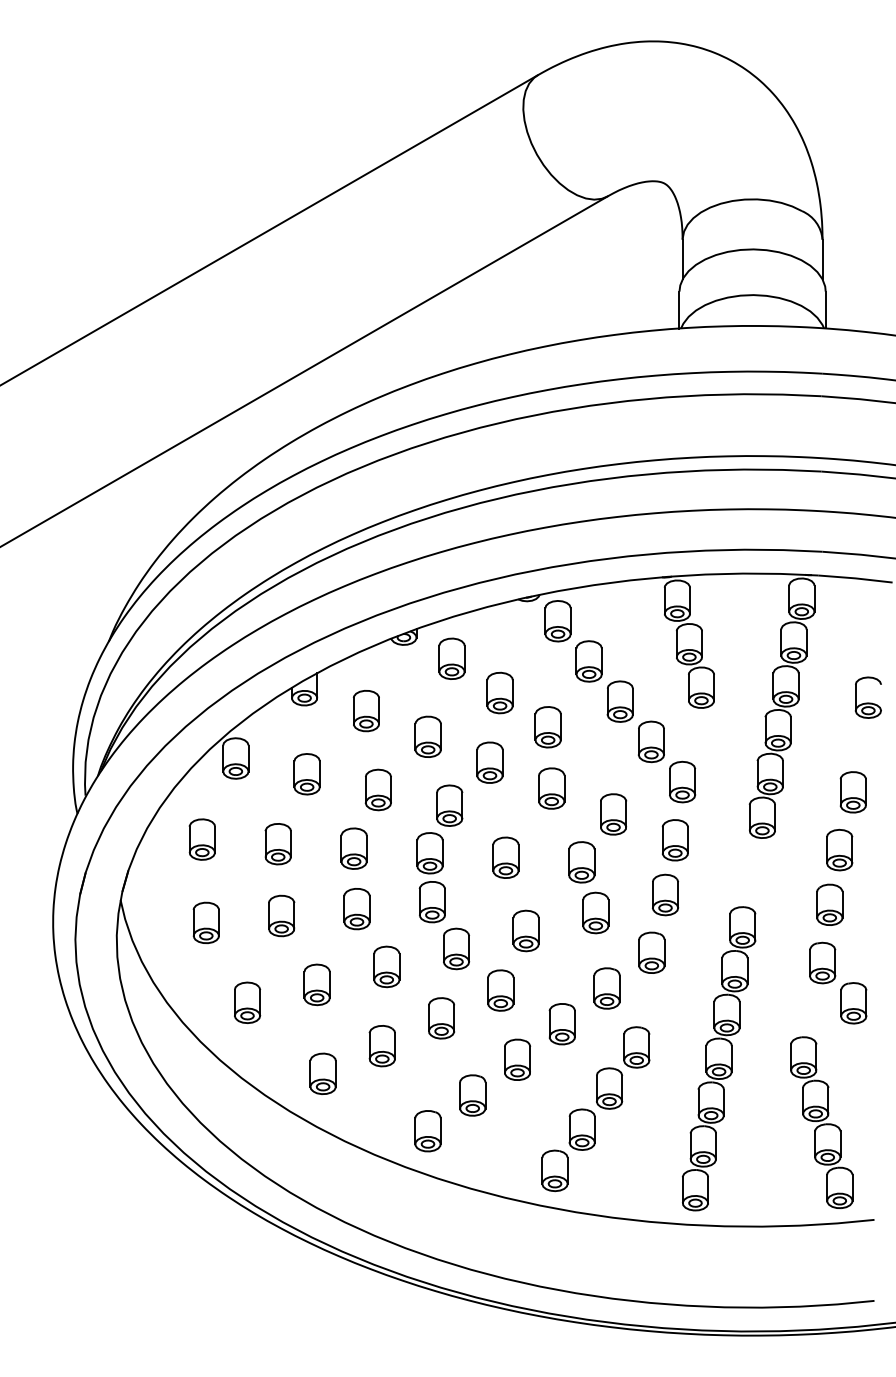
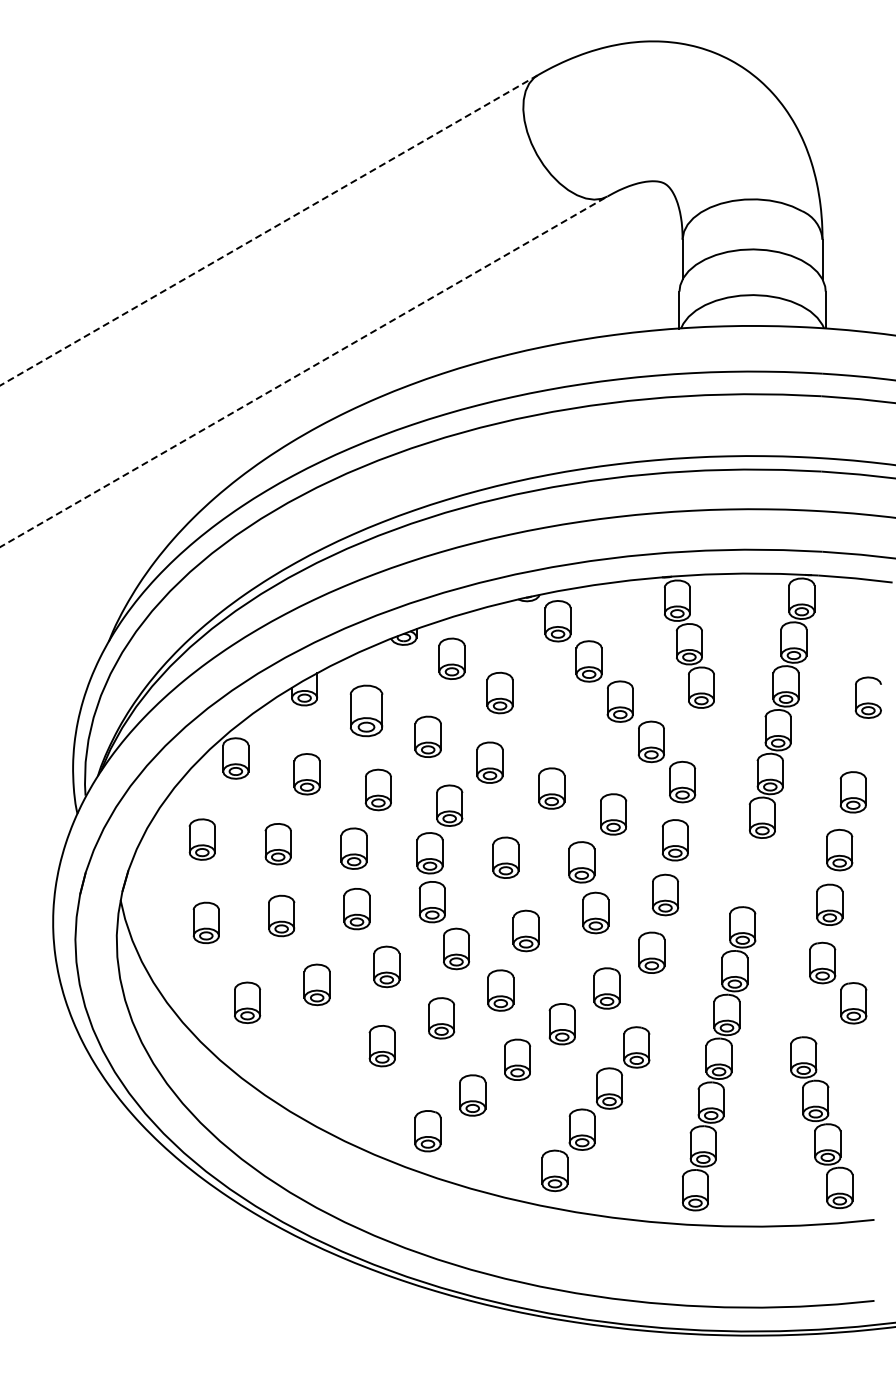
line at (269, 230): solid -> dashed
line at (304, 371): solid -> dashed
part at (365, 711) size: 28x43 px -> 35x54 px
part at (547, 727): present -> none
part at (322, 1073): present -> none
